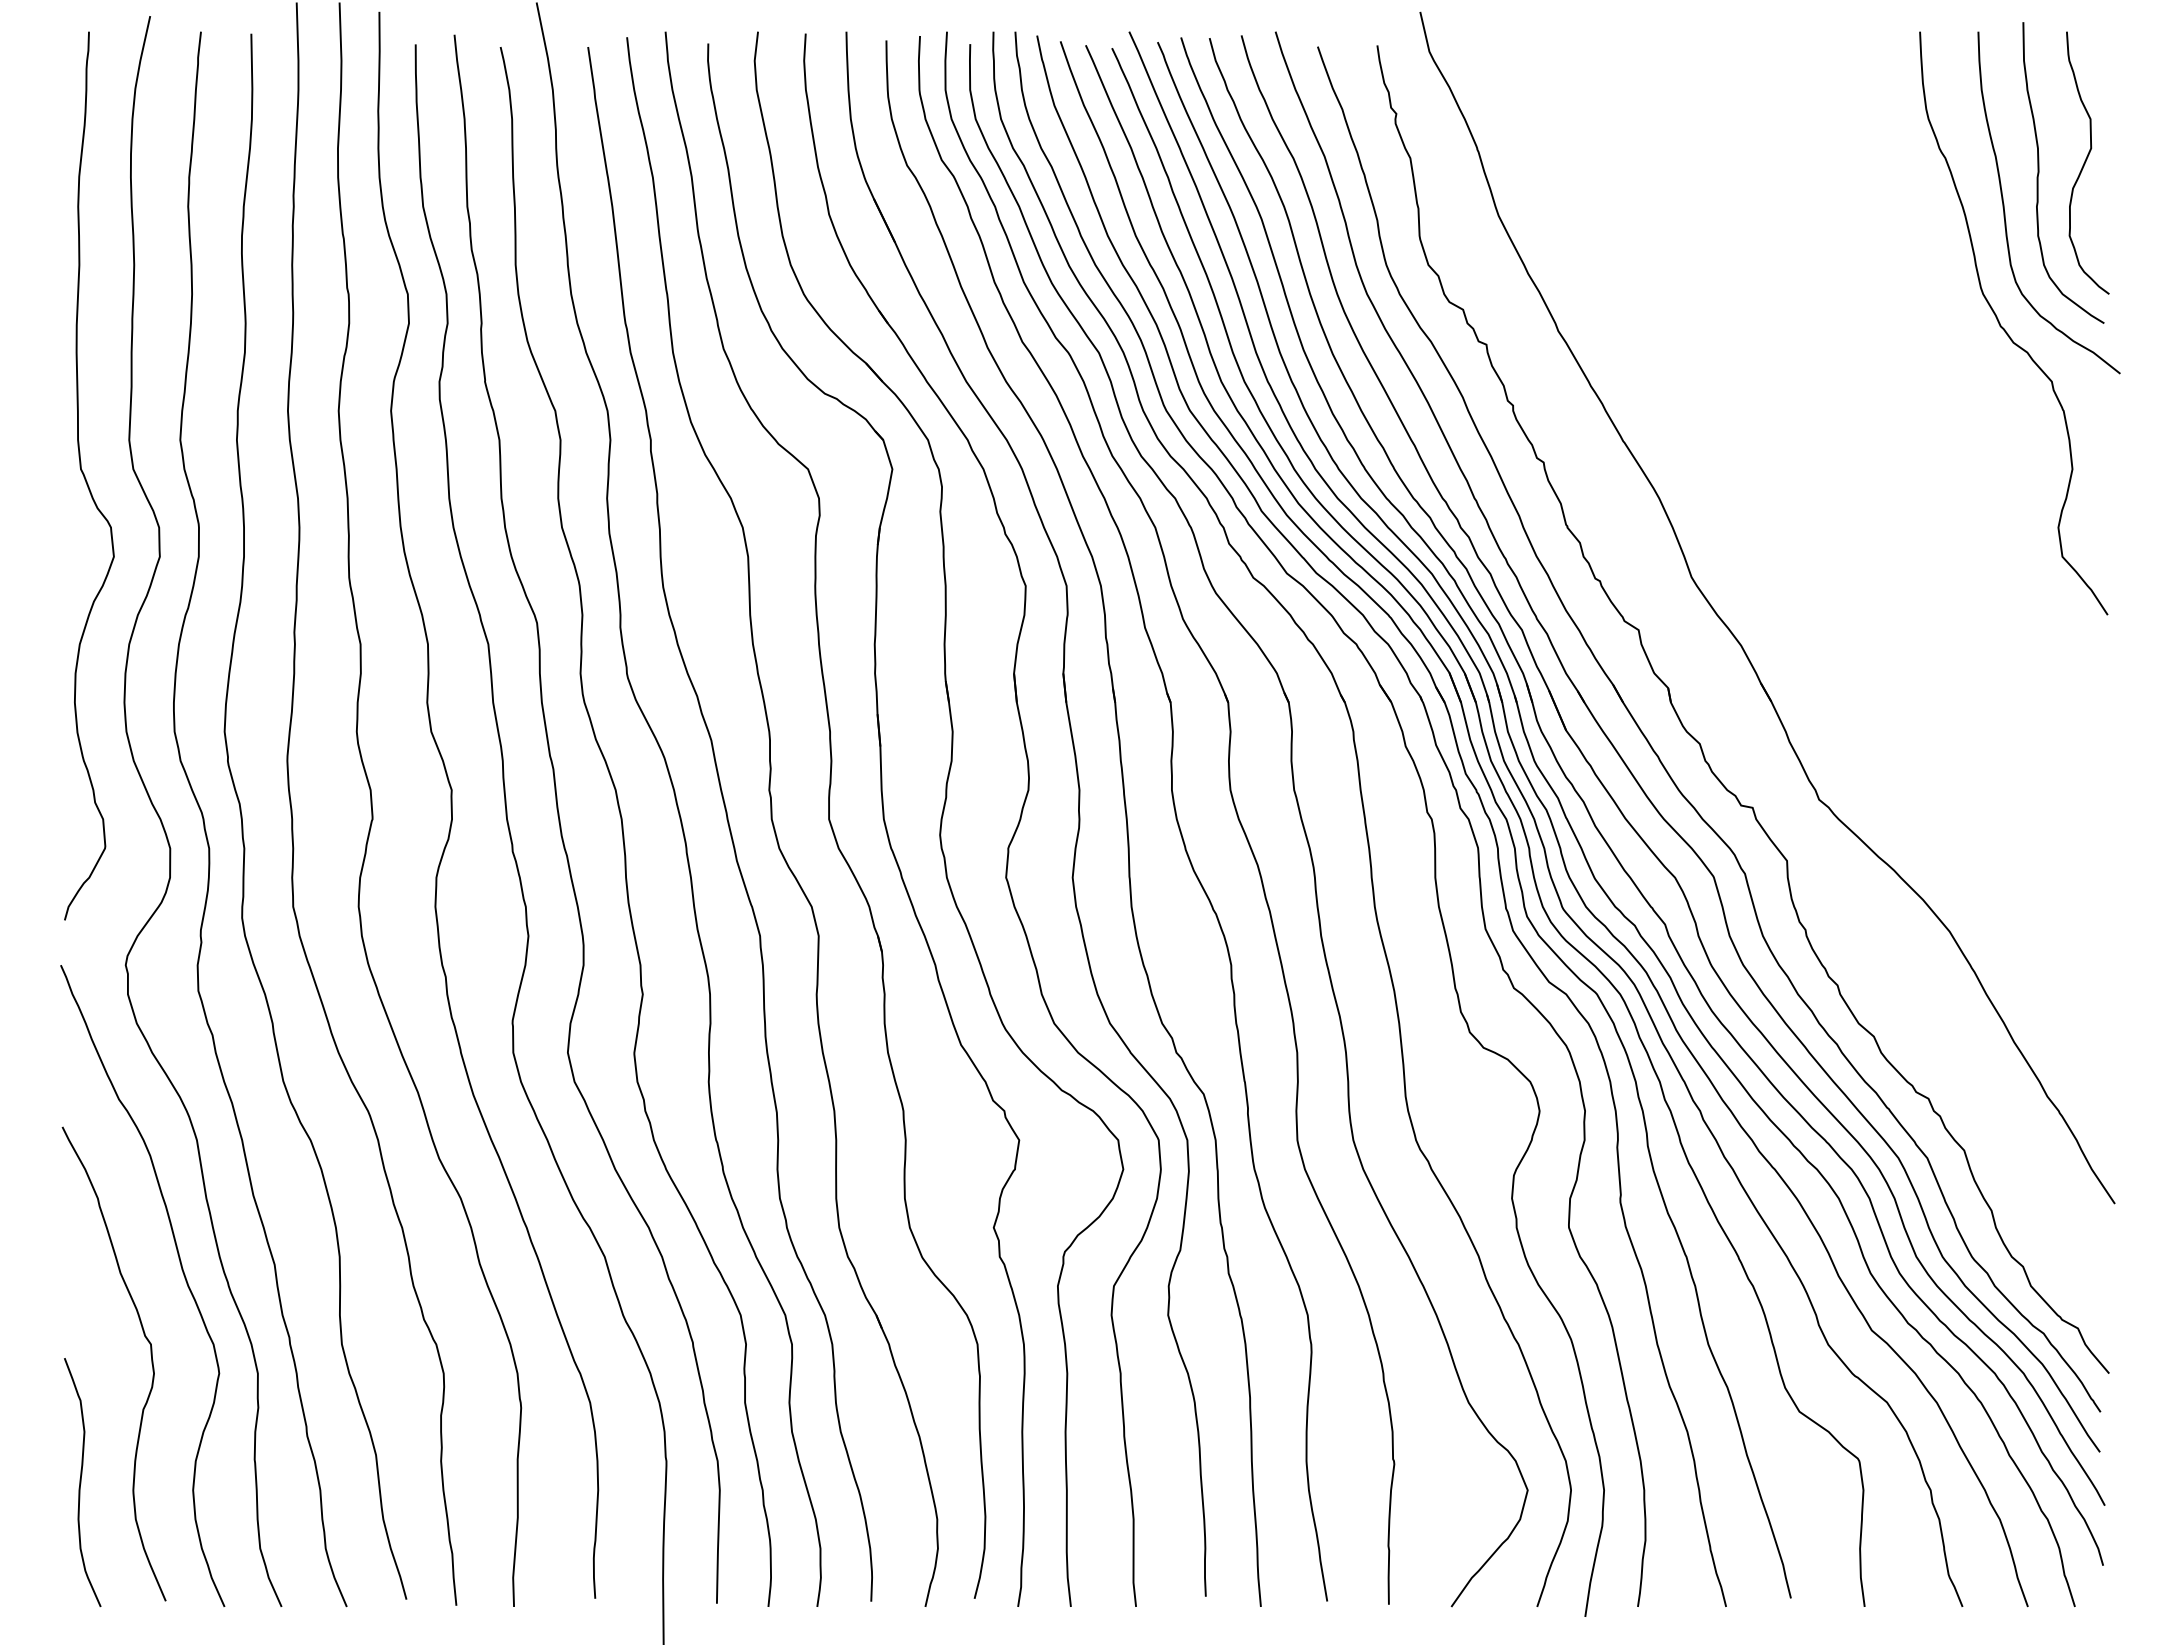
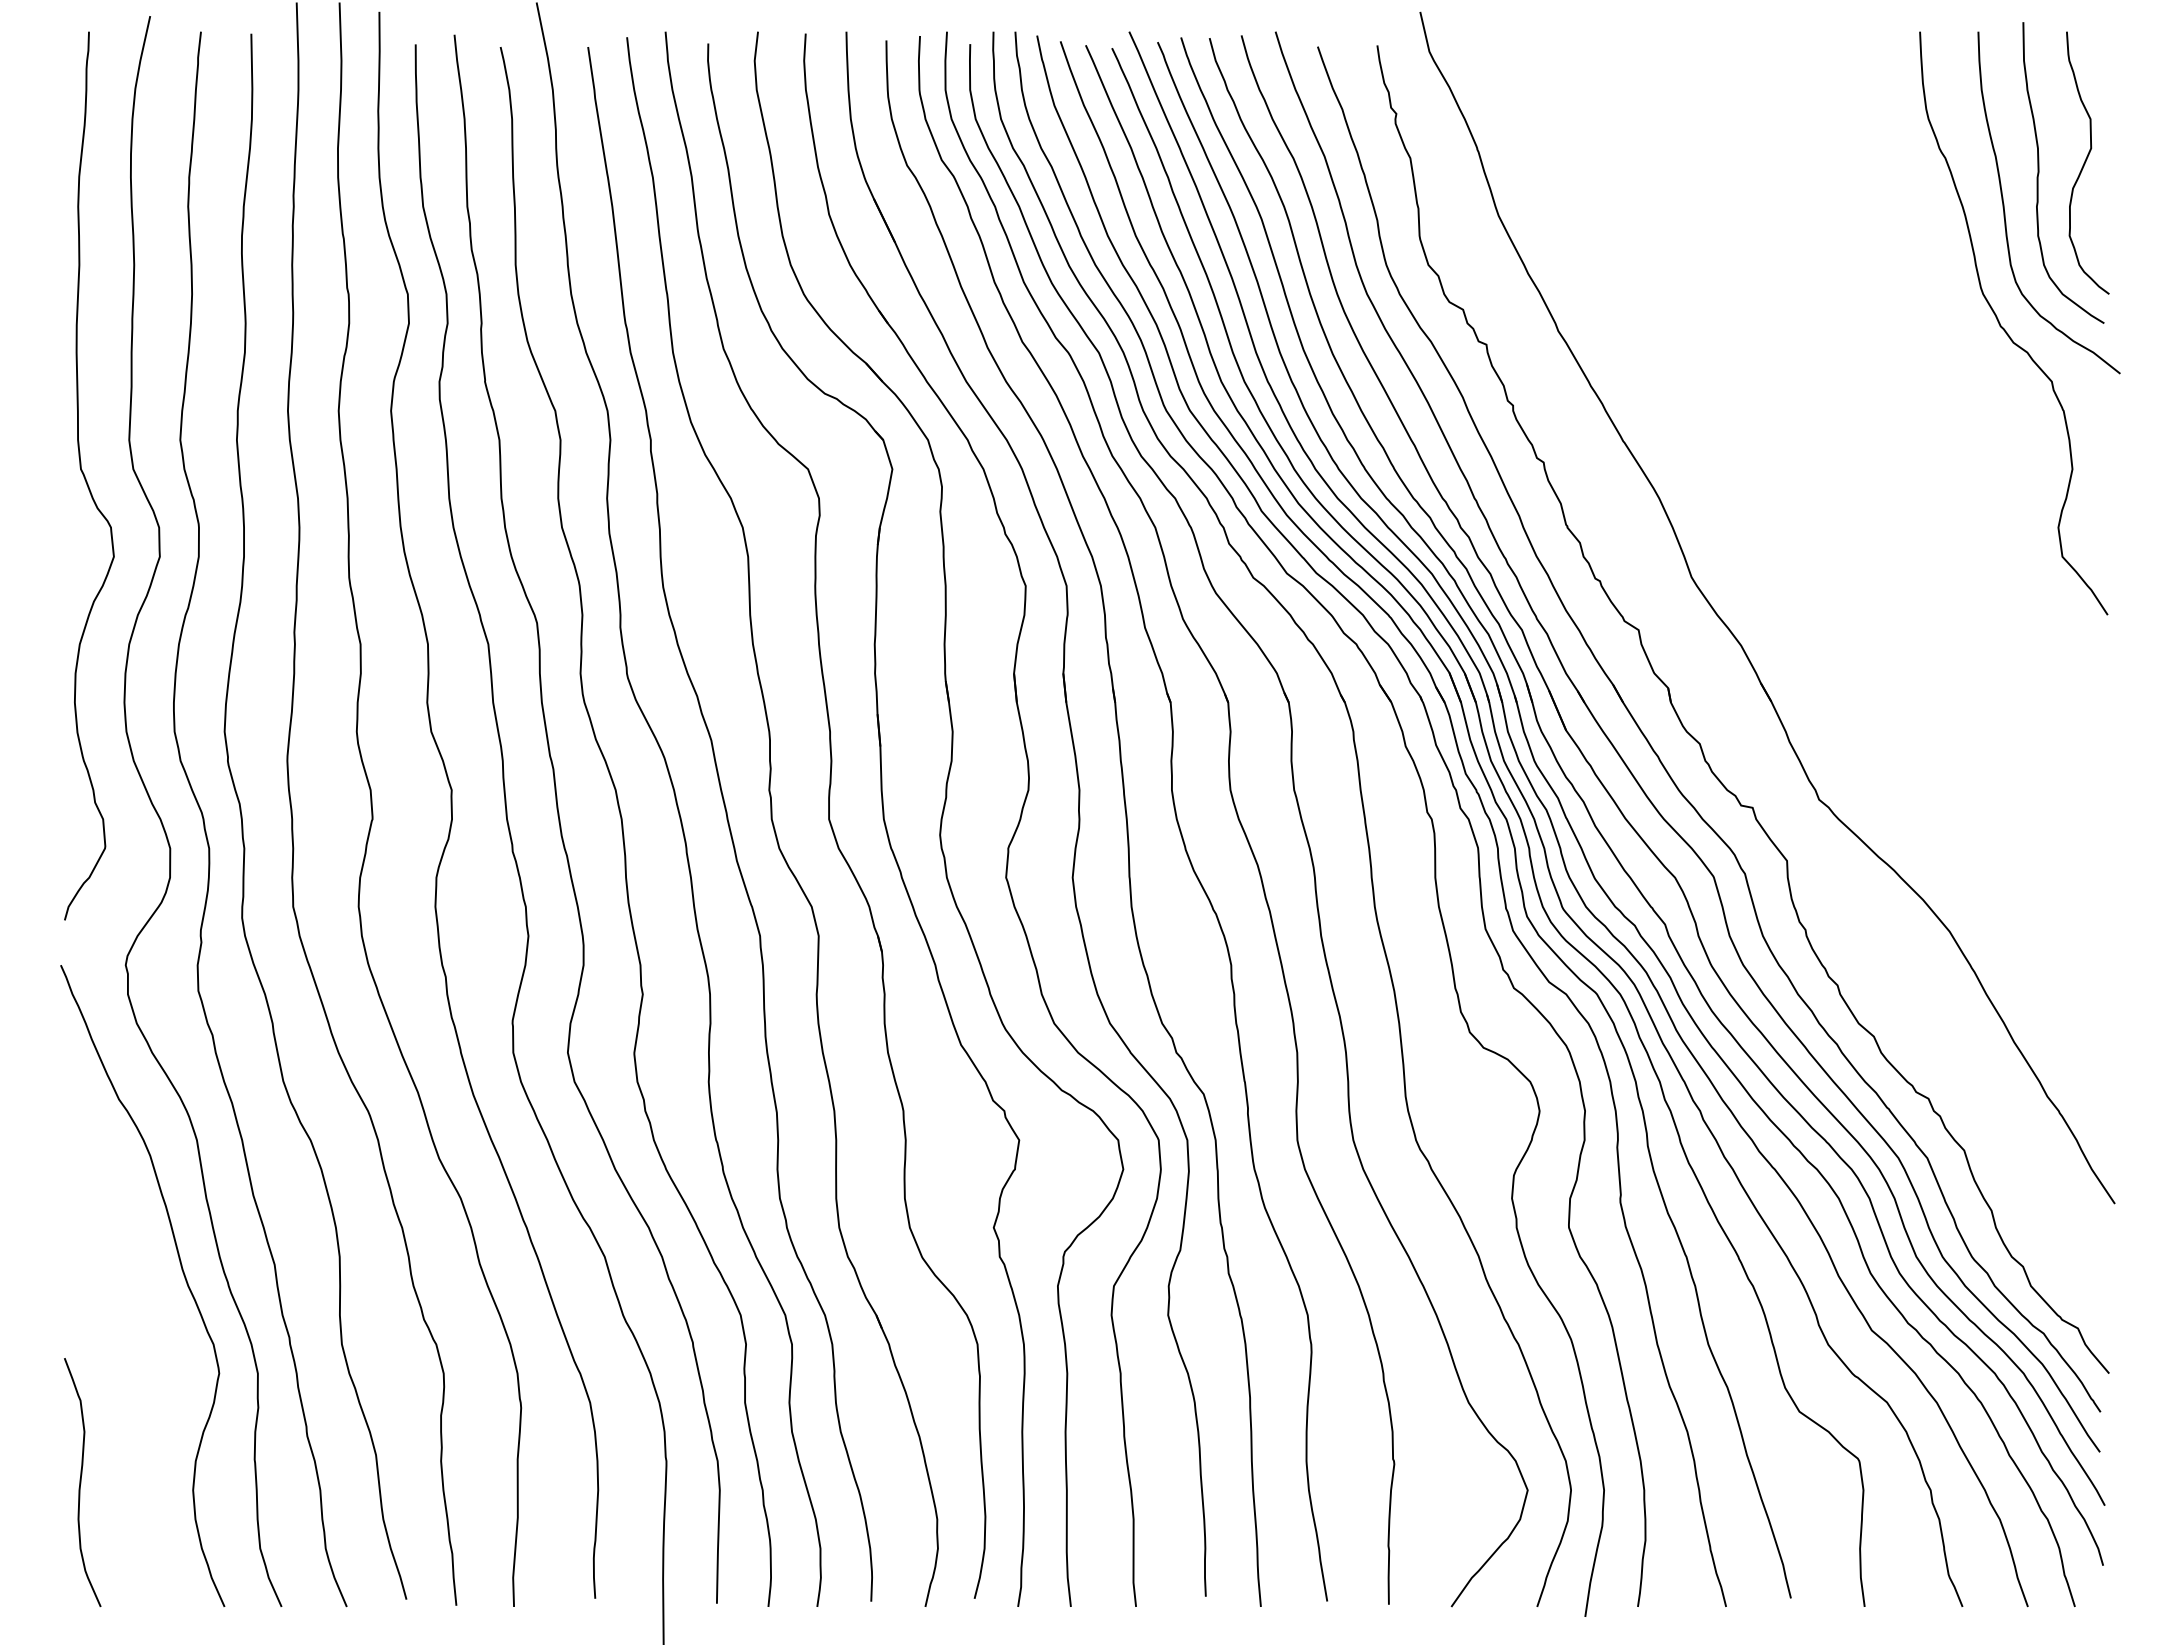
curve at (150, 1355): present -> none
